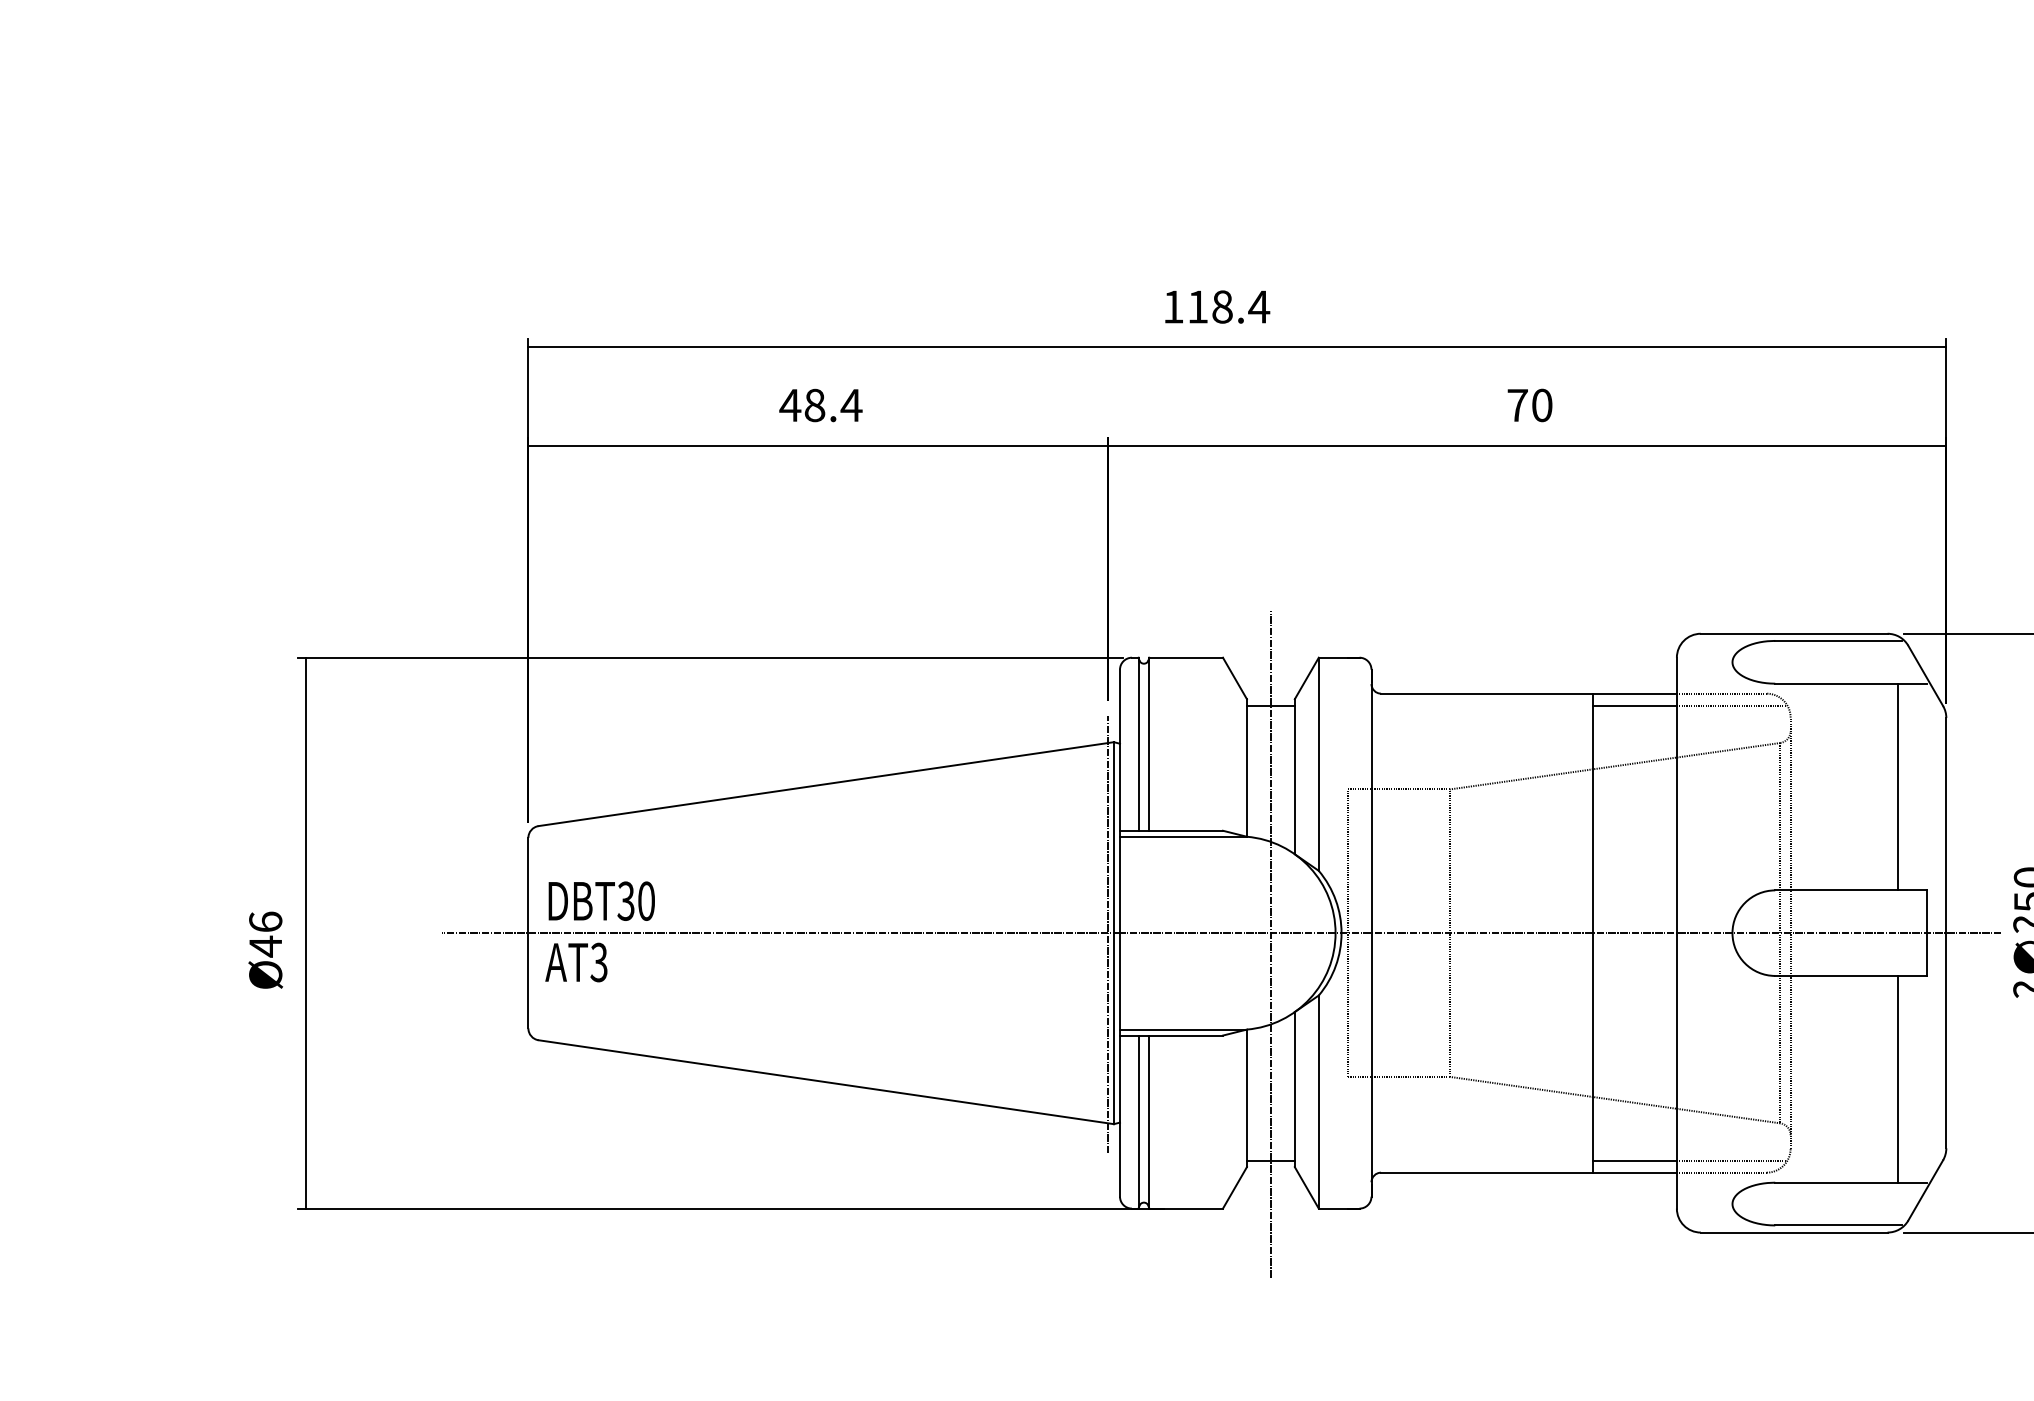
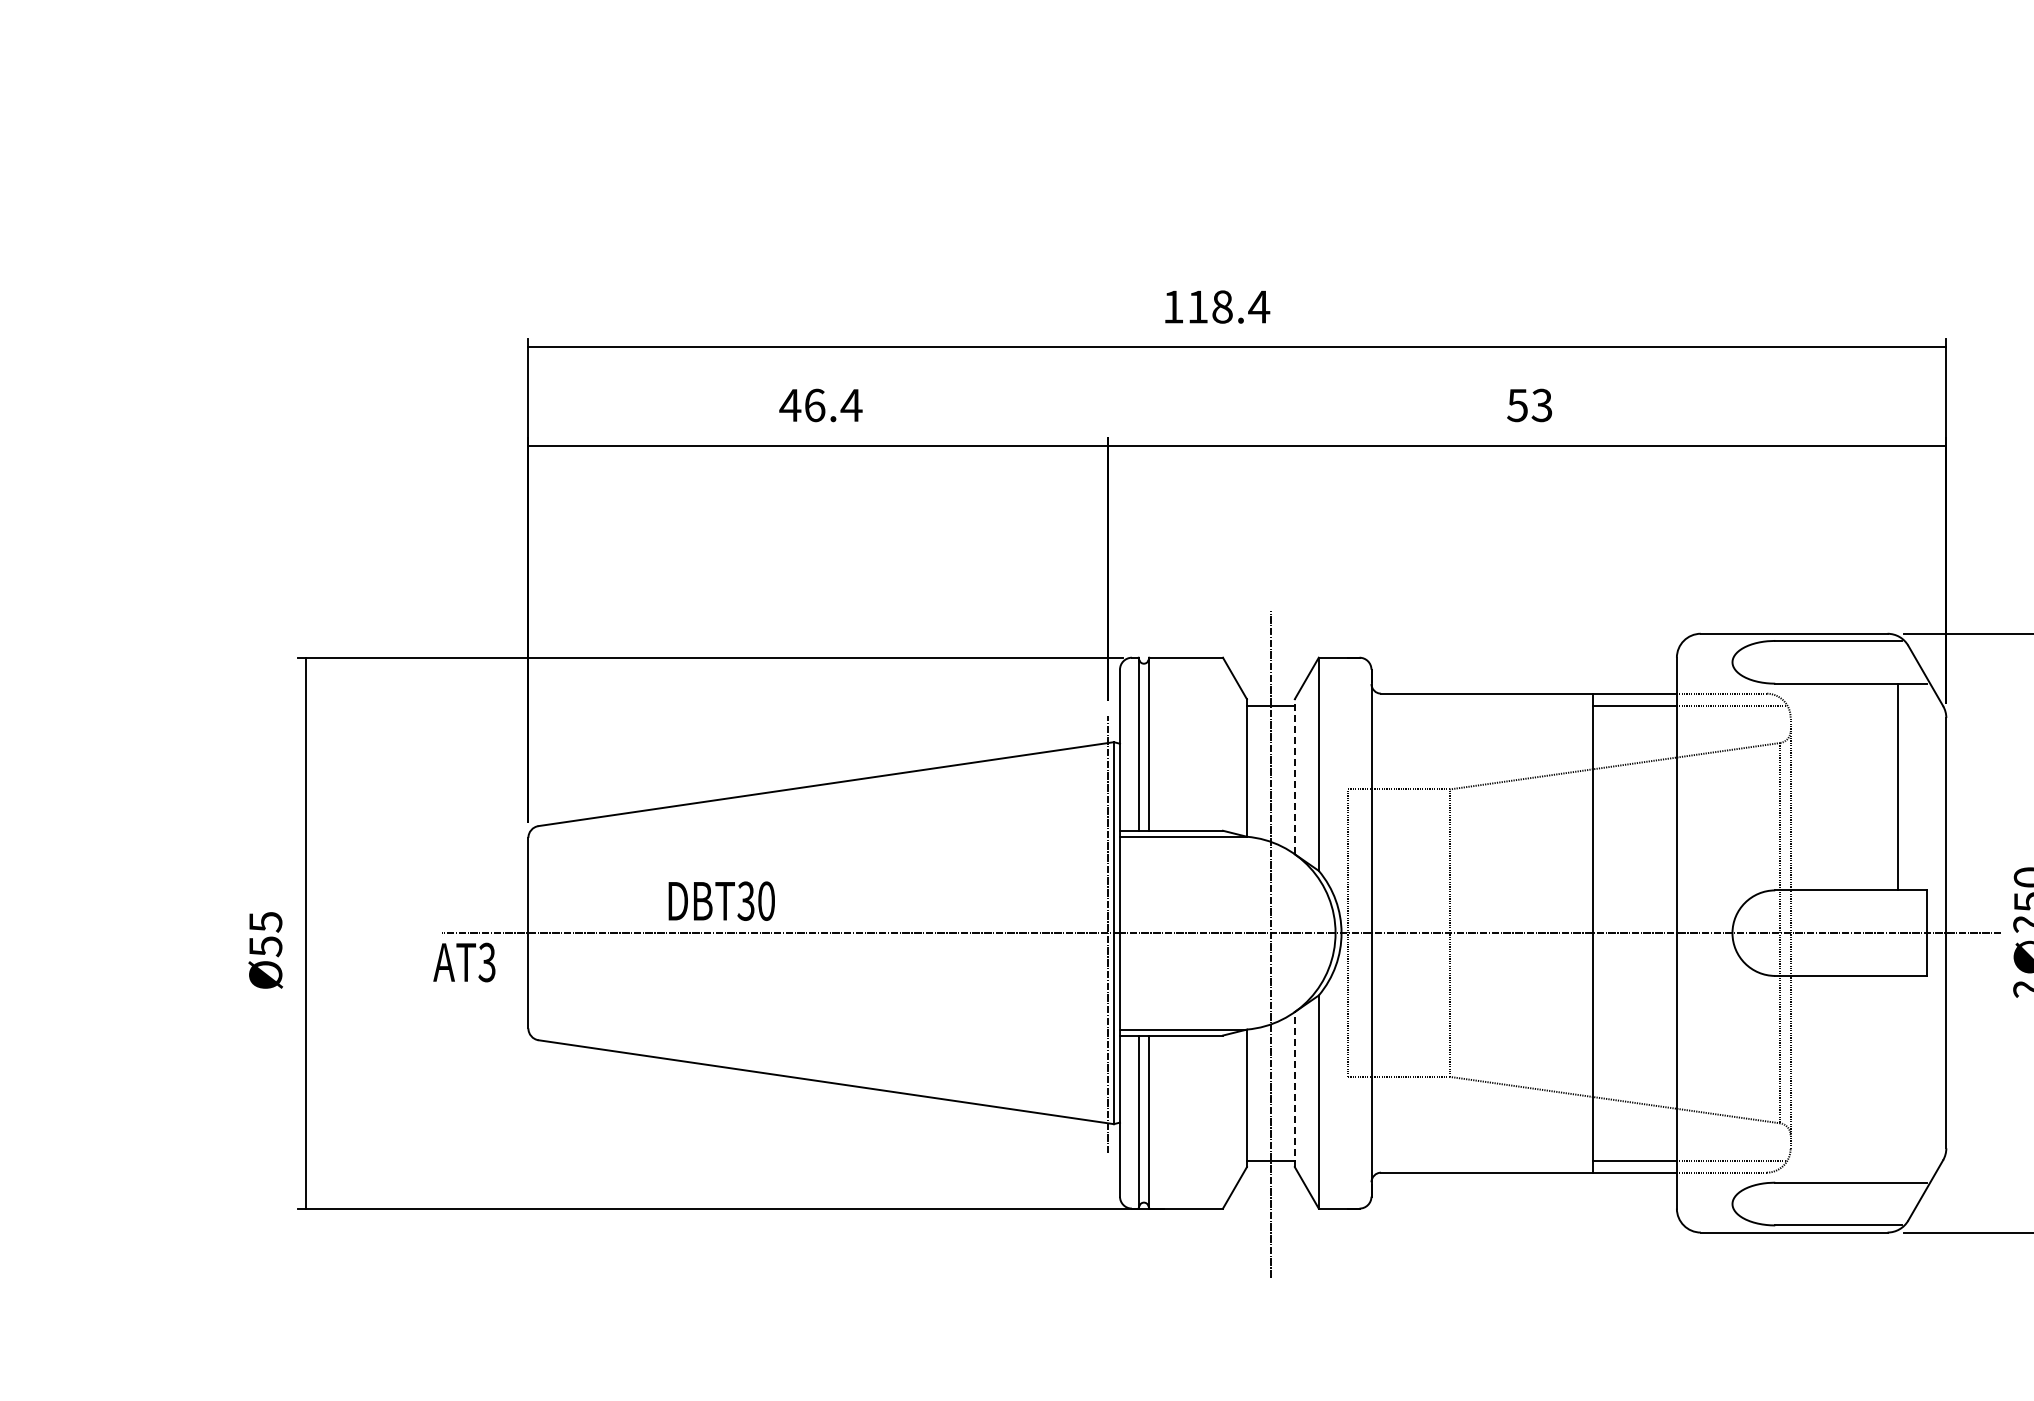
text at (814, 405): 48.4 -> 46.4
text at (1529, 405): 70 -> 53
line at (1294, 776): solid -> dashed
text at (601, 900) position: (601, 900) -> (721, 900)
text at (265, 934): Ø46 -> Ø55
text at (576, 962) position: (576, 962) -> (464, 962)
line at (1897, 1078): present -> none
line at (1294, 1089): solid -> dashed
